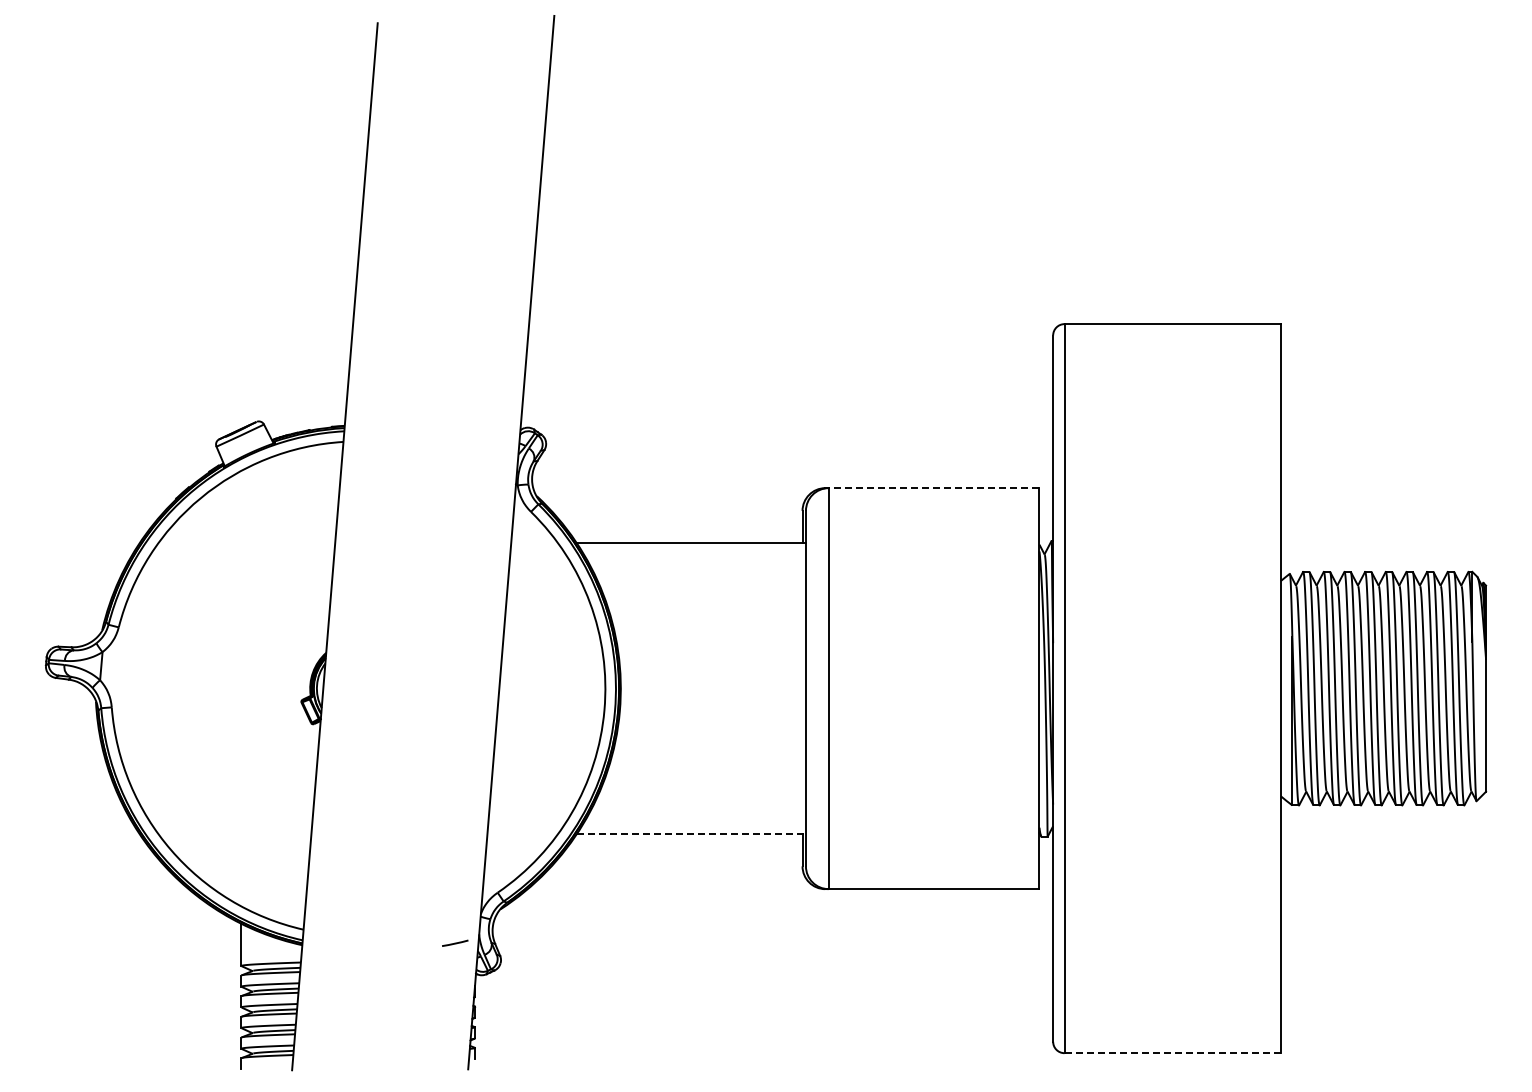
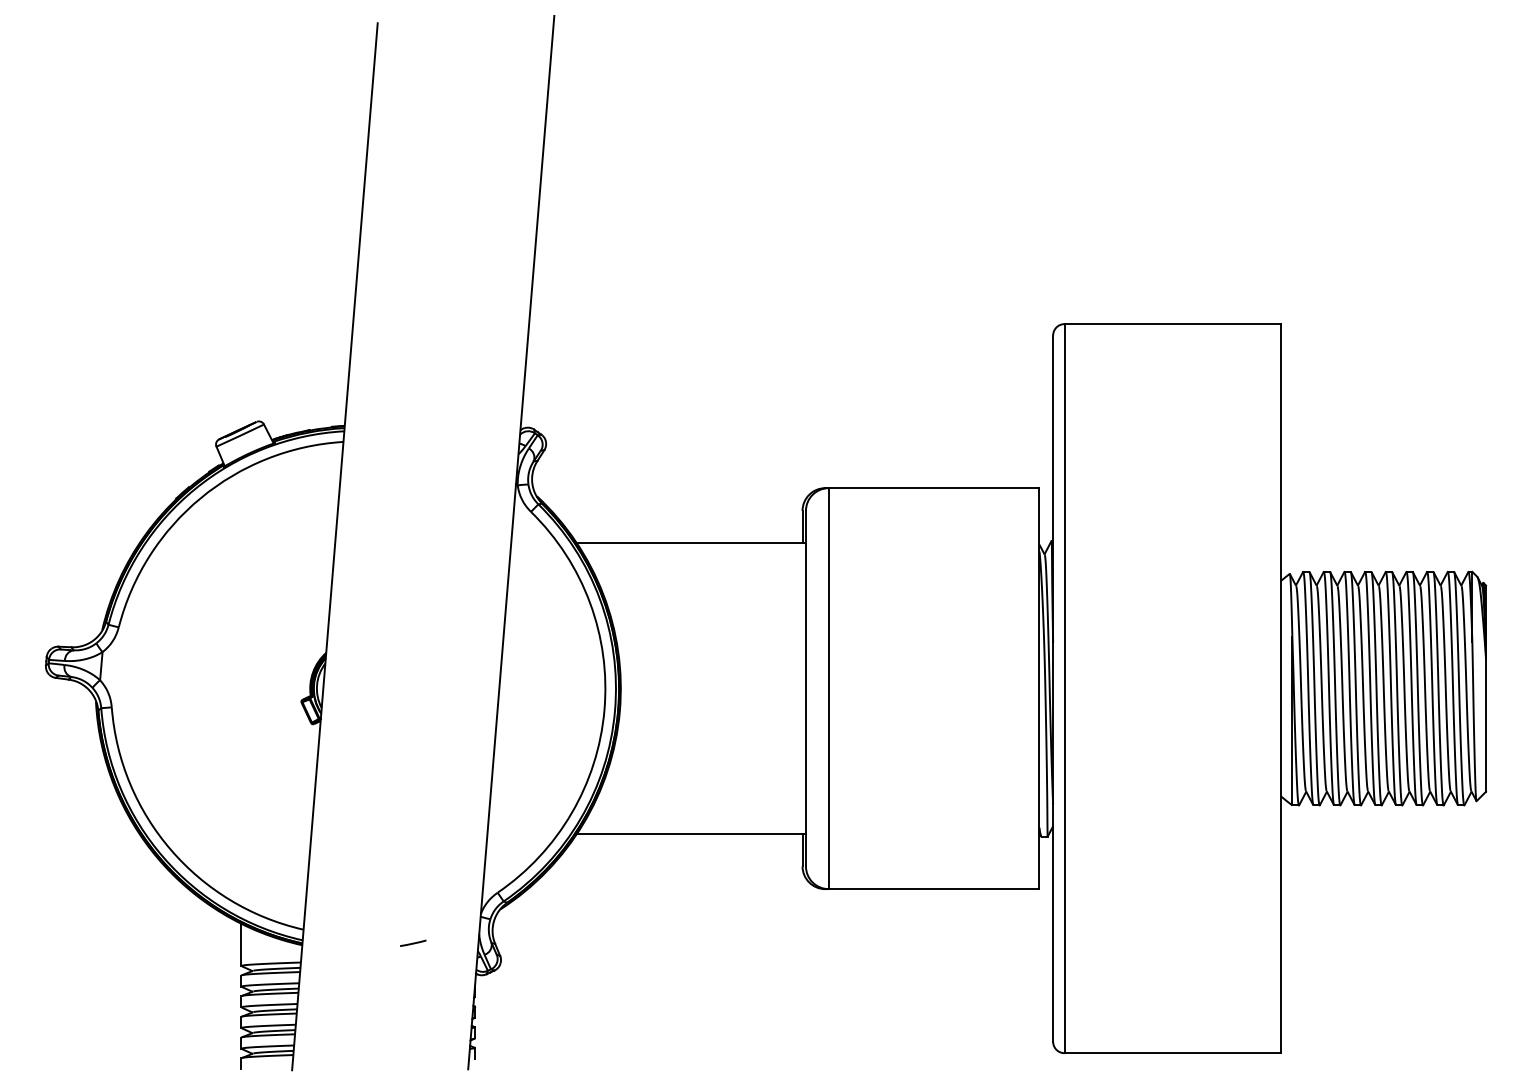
line at (933, 488): dashed -> solid
line at (691, 834): dashed -> solid
line at (455, 942) position: (455, 942) -> (413, 942)
line at (1173, 1053): dashed -> solid
